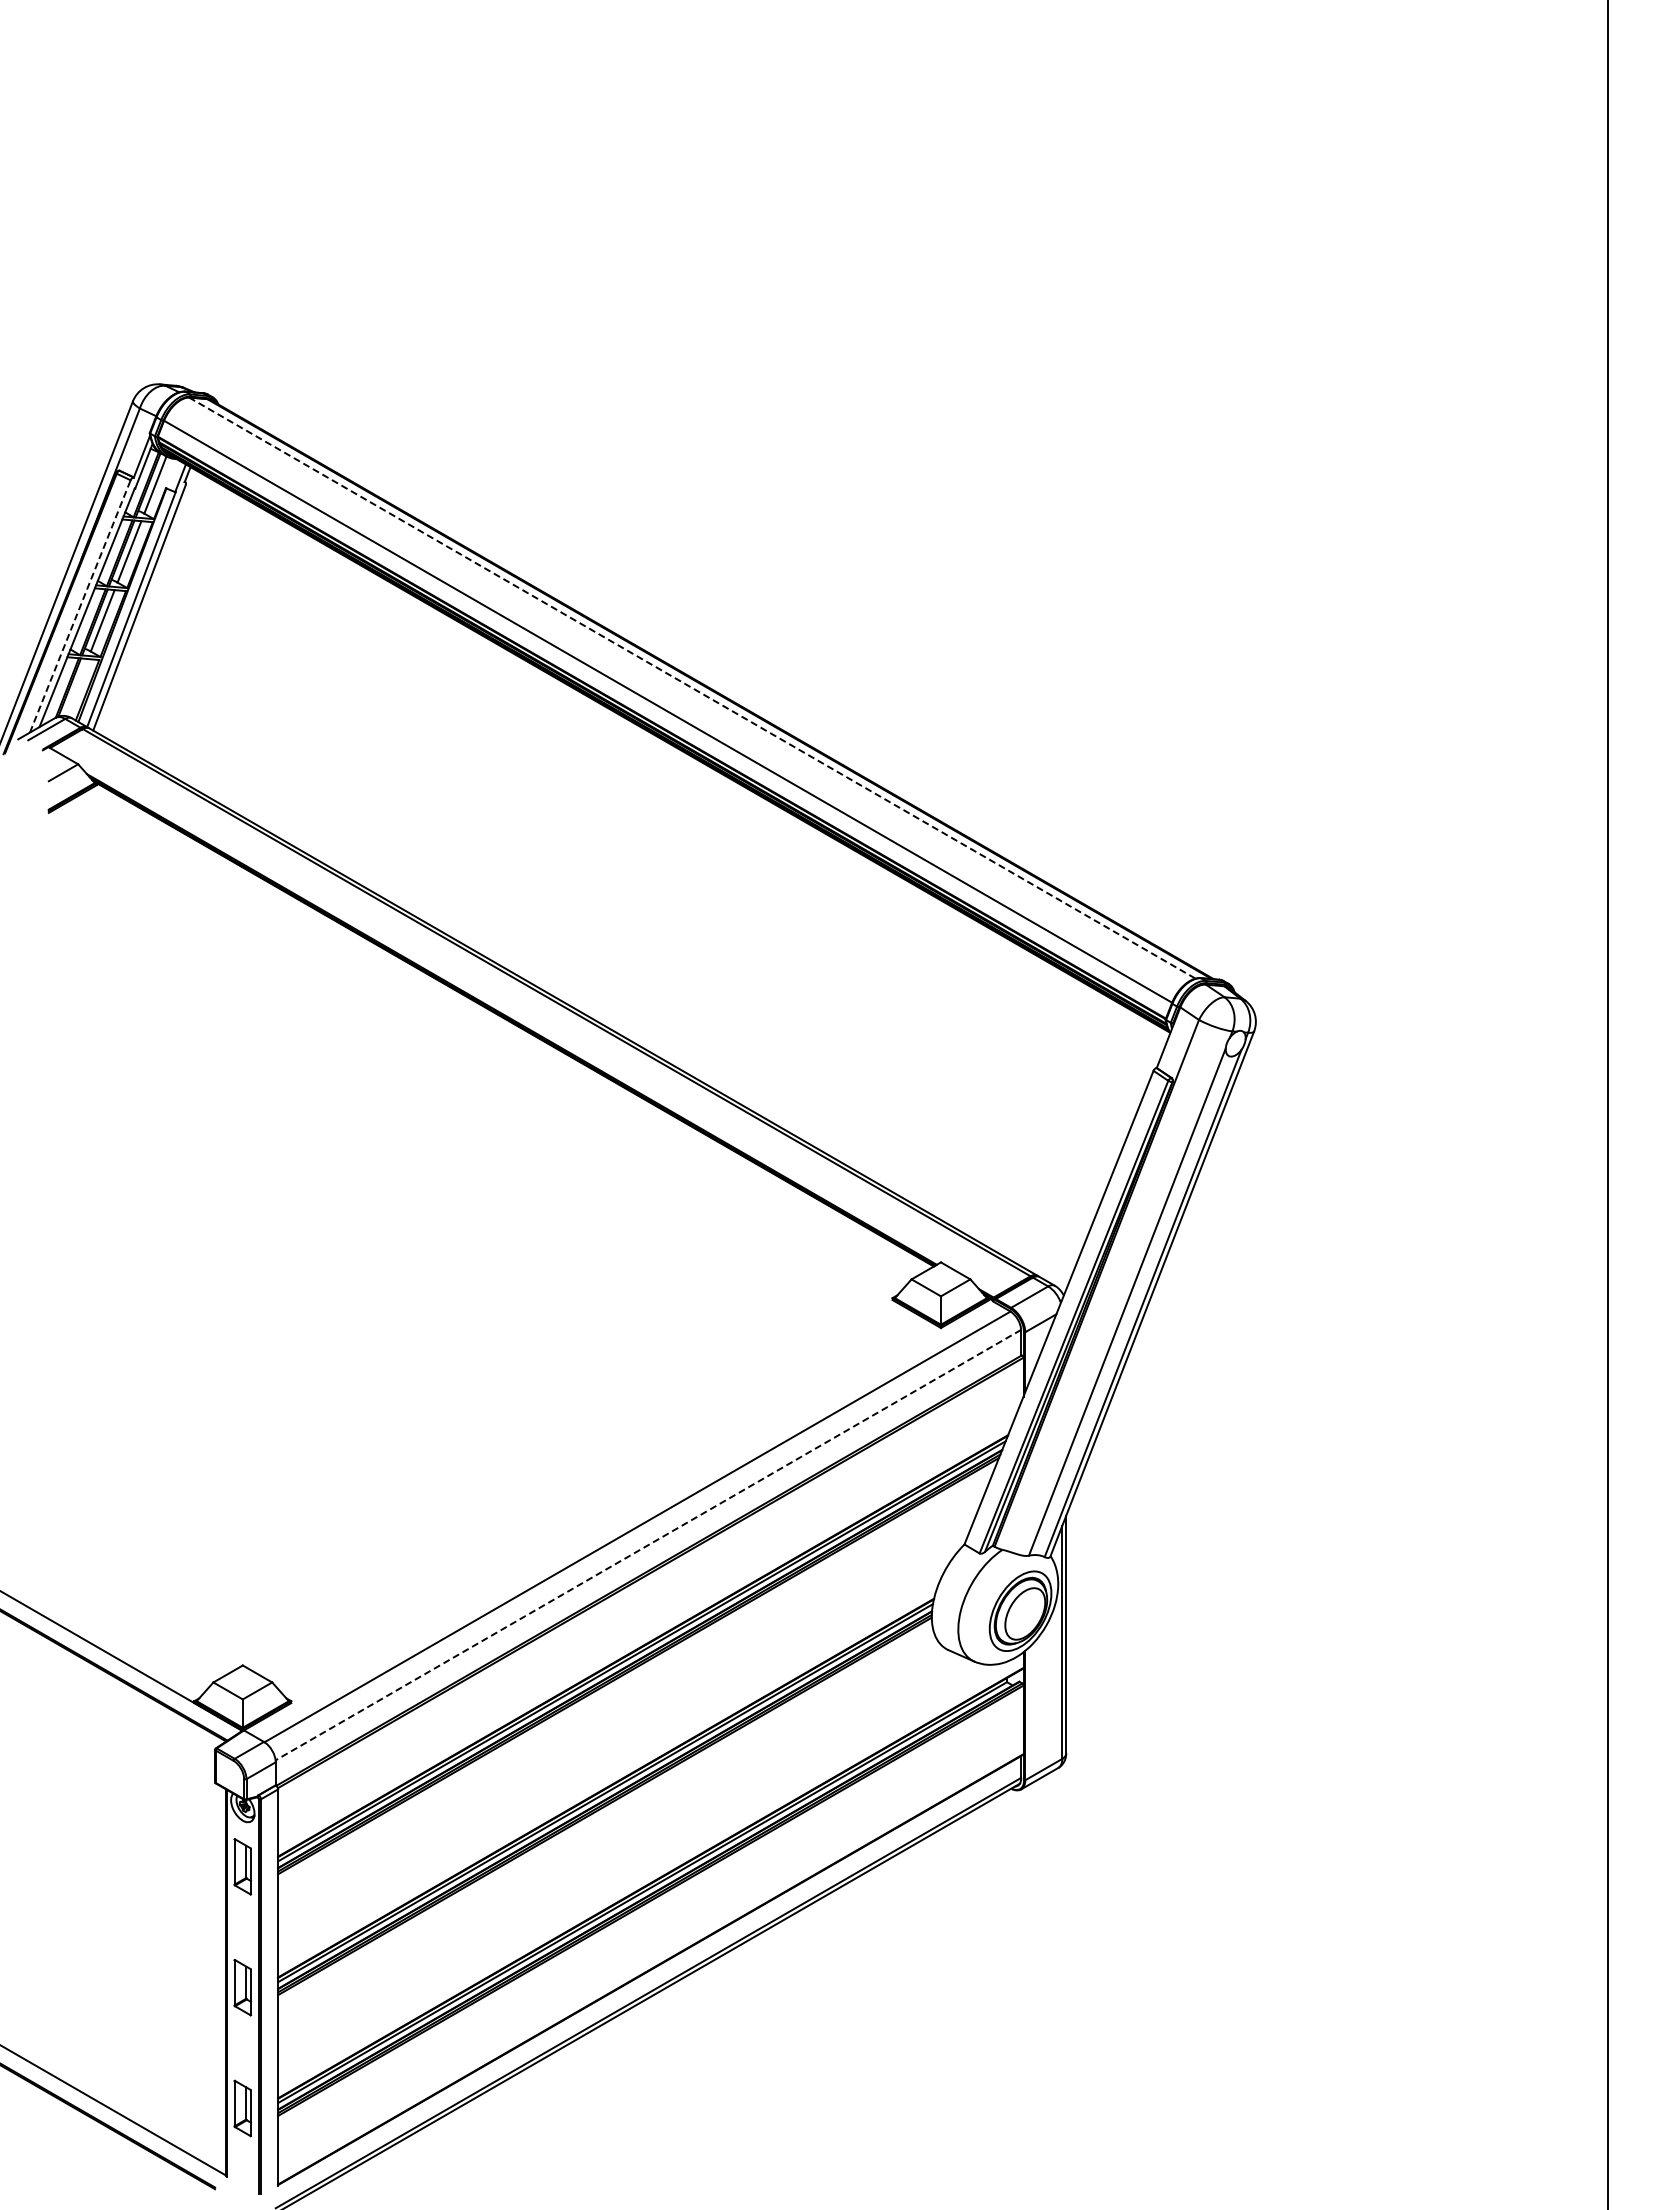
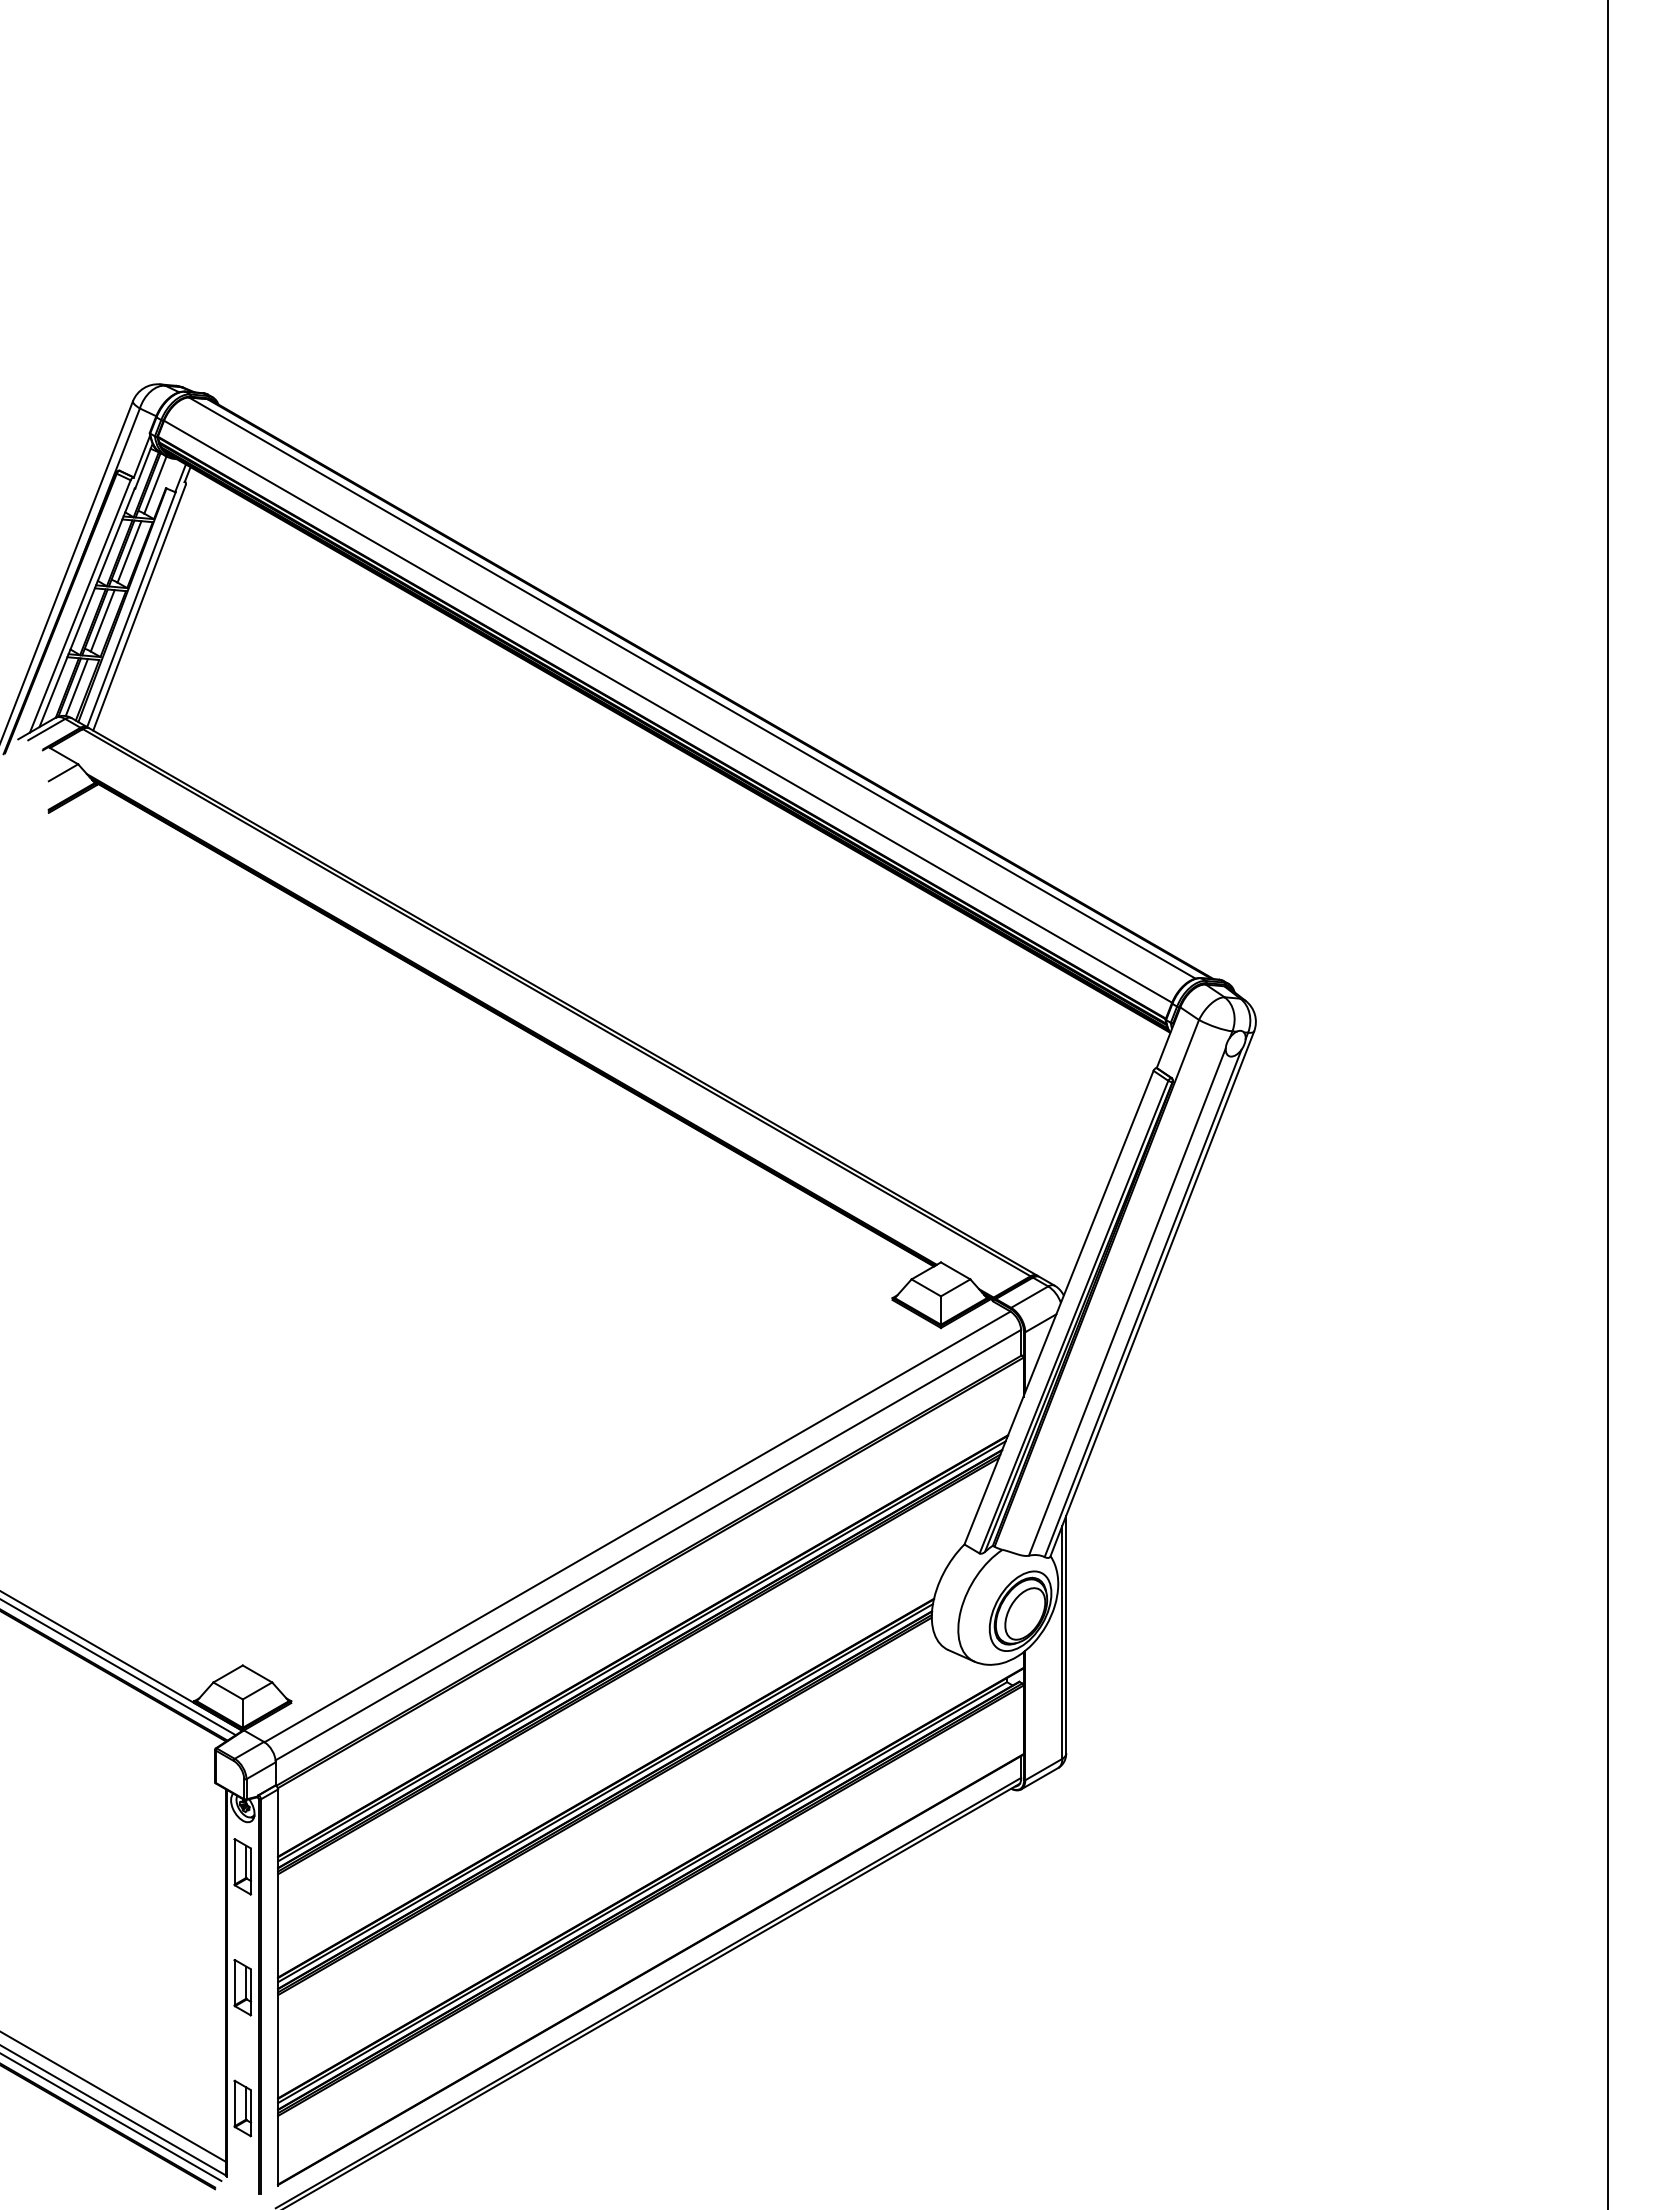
line at (80, 606): dashed -> solid
line at (76, 687): none -> present
line at (692, 688): dashed -> solid
line at (647, 1545): dashed -> solid
line at (118, 1667): none -> present
line at (114, 2097): none -> present
line at (111, 2117): none -> present
